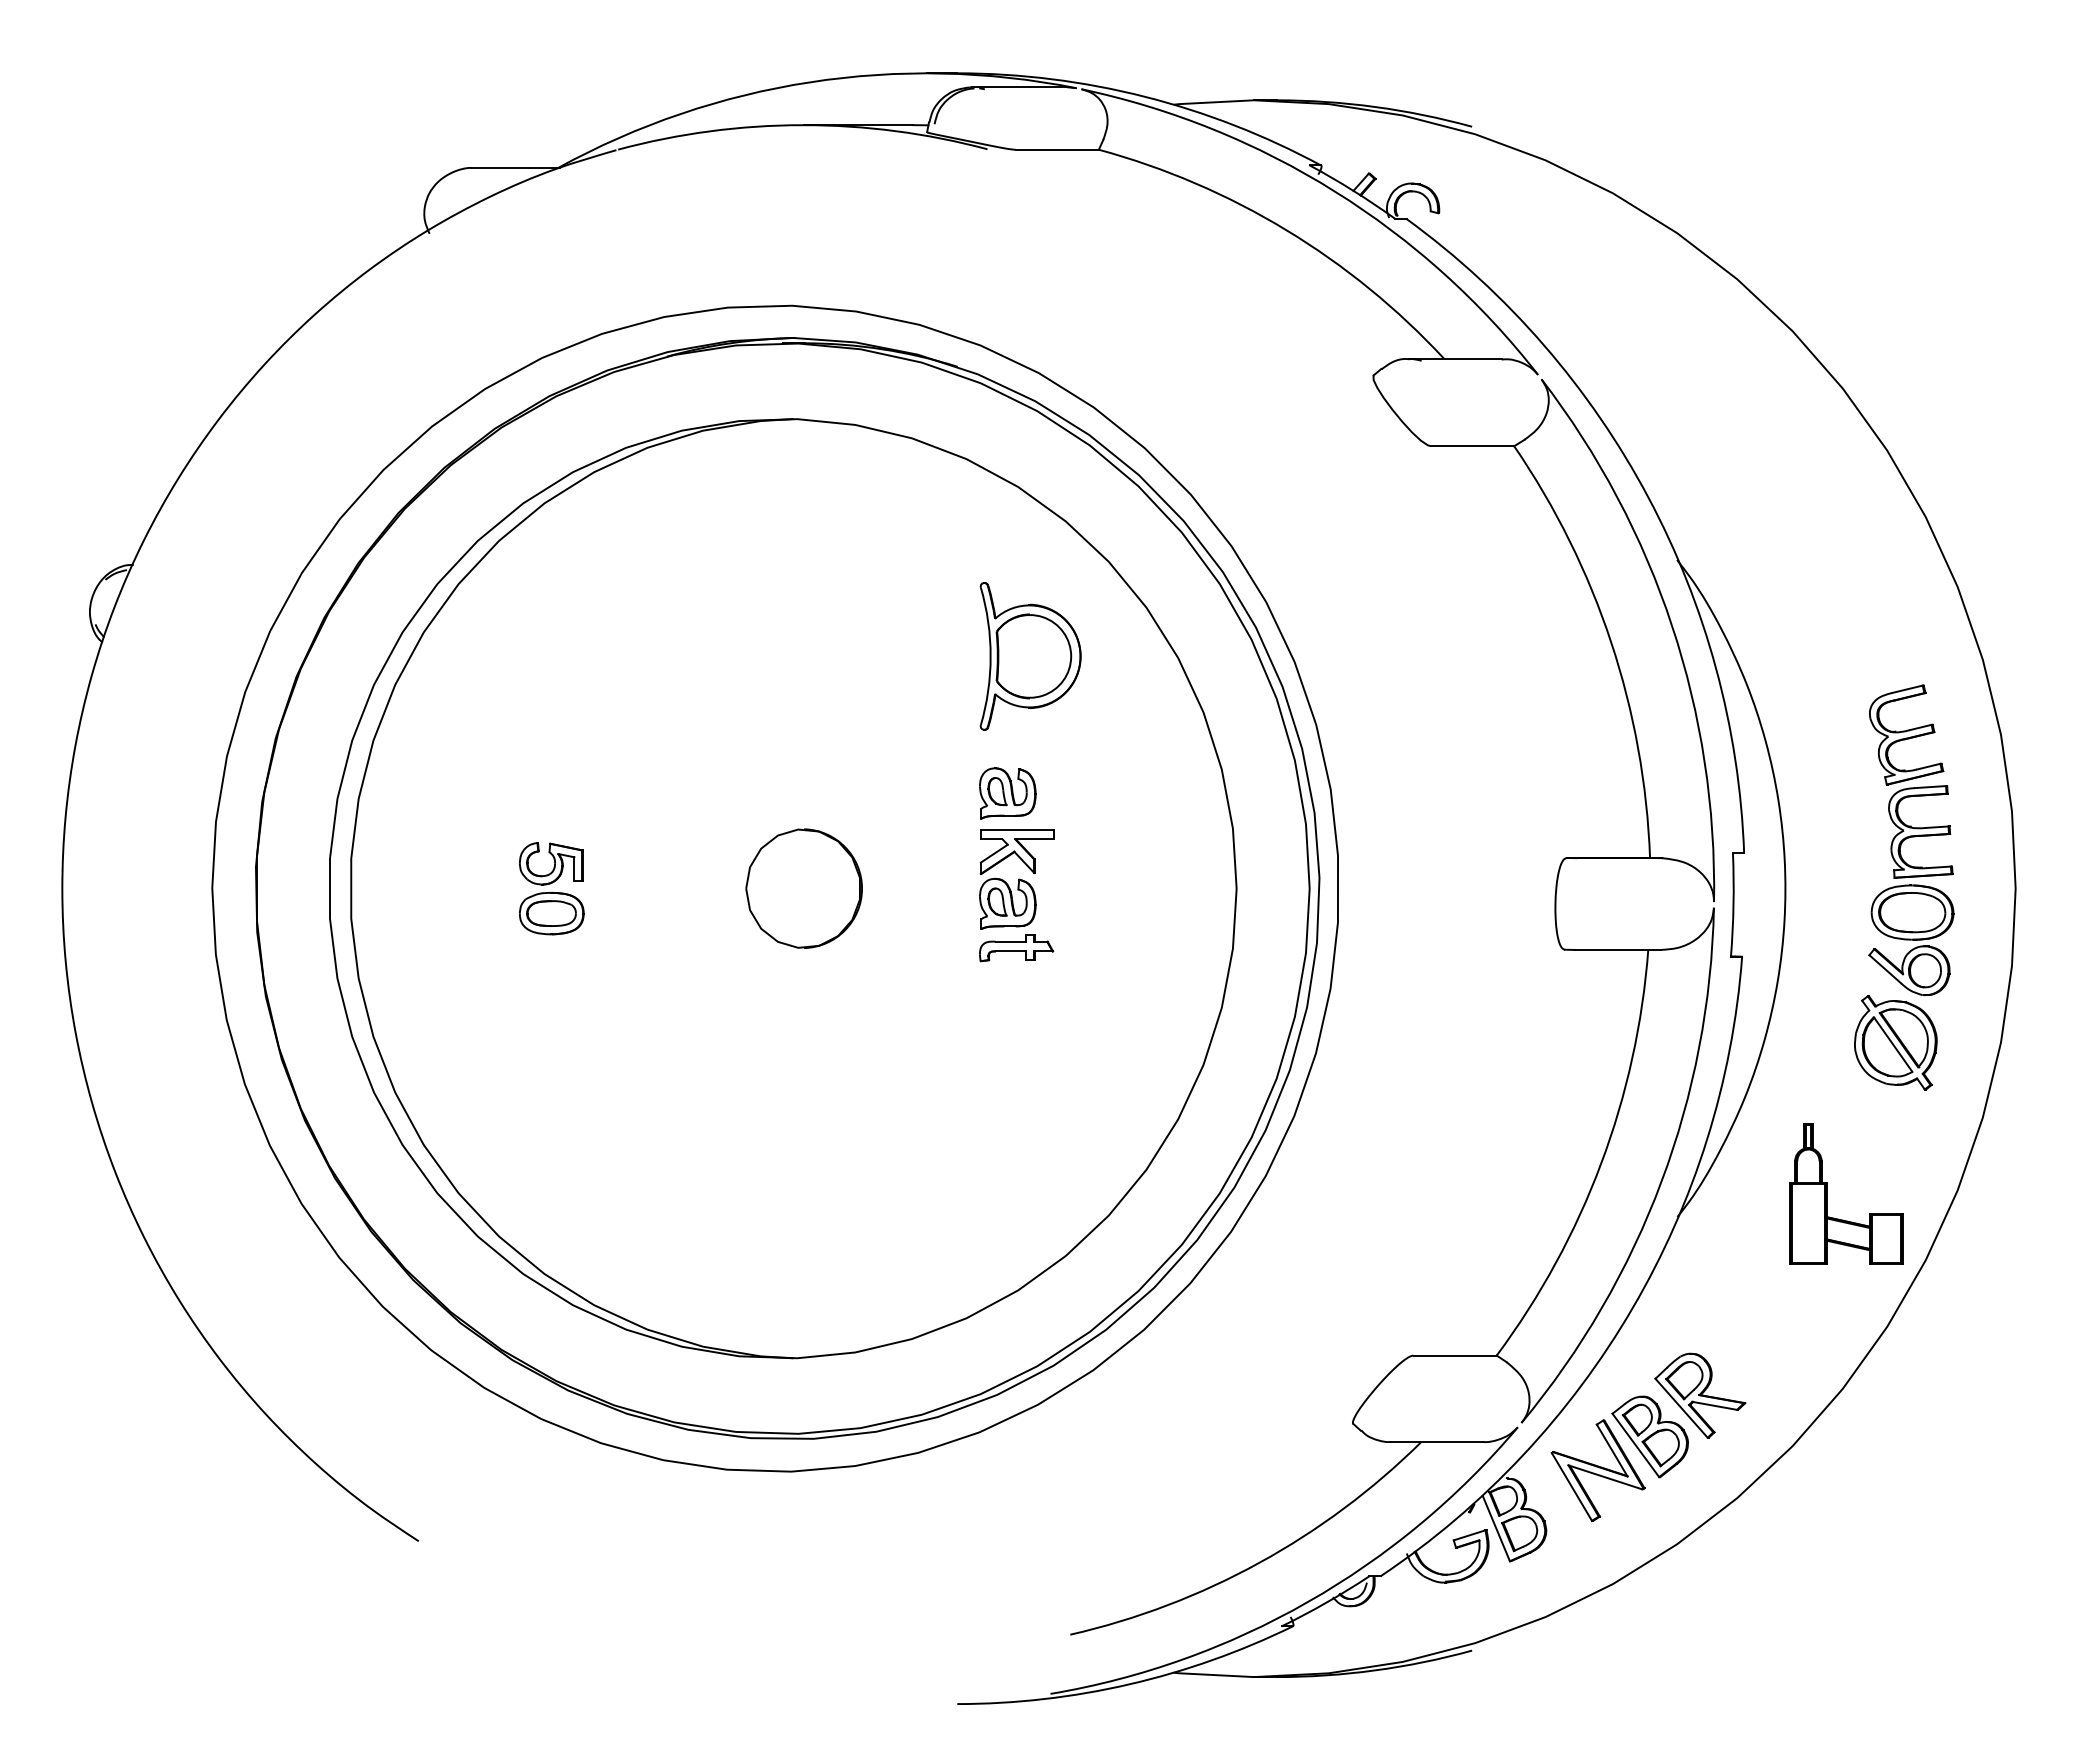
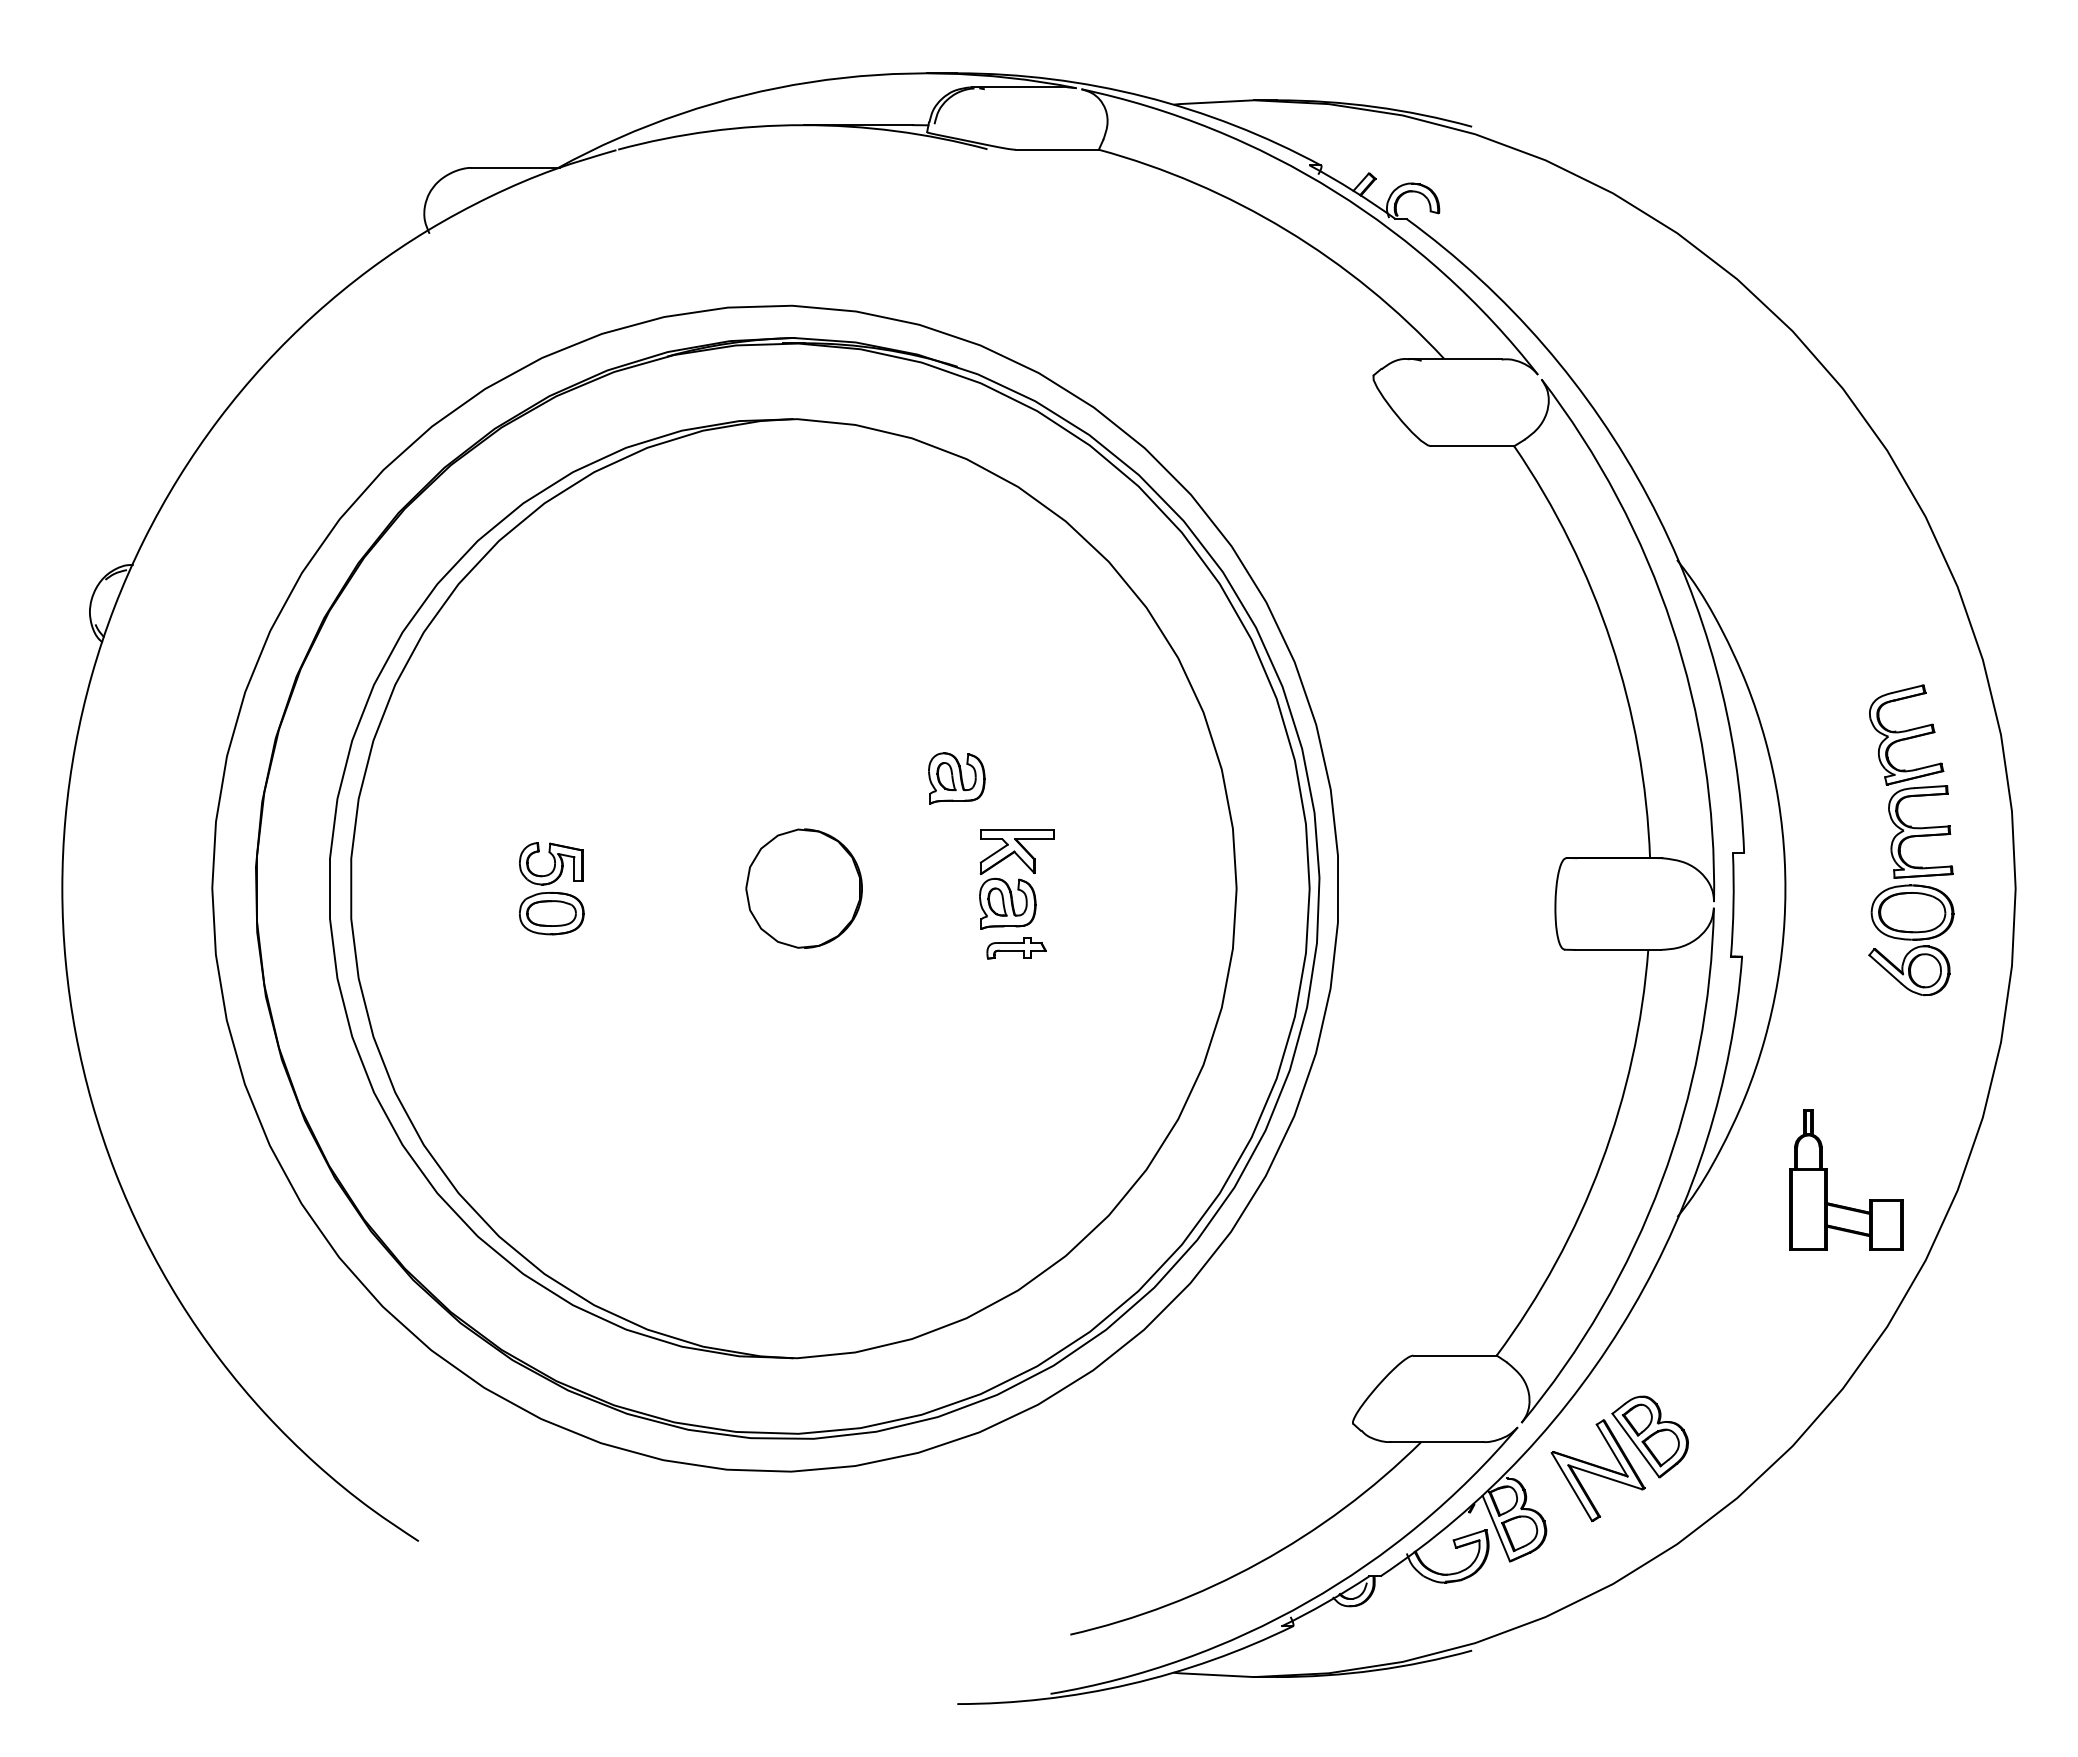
part at (1030, 656): present -> none
part at (1007, 793) position: (1007, 793) -> (956, 778)
part at (1016, 948) size: 76x29 px -> 61x23 px
part at (1895, 1042): present -> none
part at (1827, 1193) position: (1827, 1193) -> (1827, 1179)
part at (1700, 1395): present -> none
